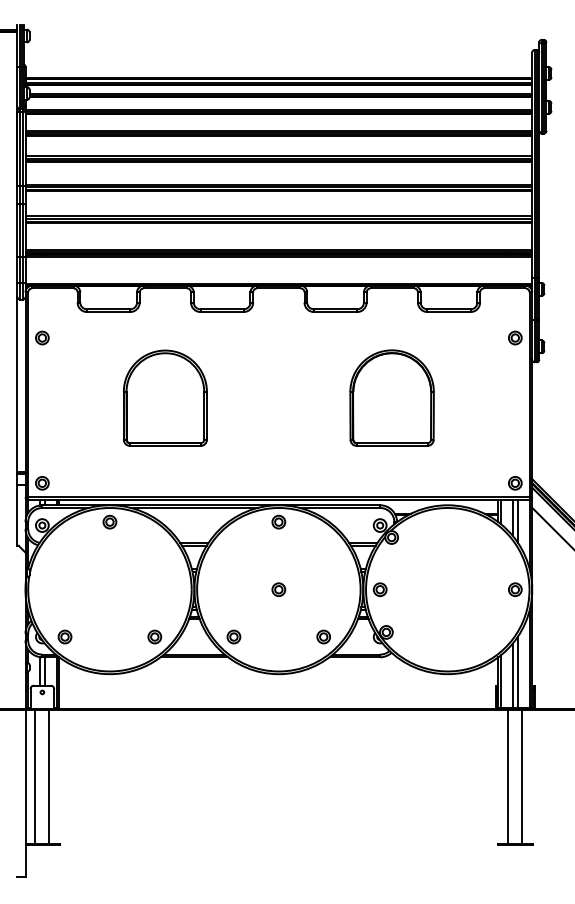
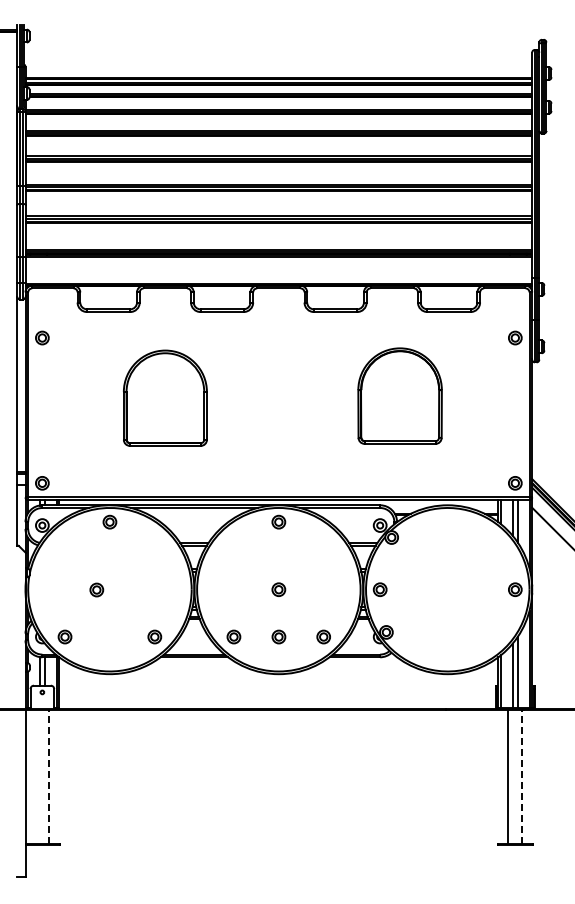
part at (391, 397) position: (391, 397) -> (399, 395)
part at (96, 589): none -> present
part at (278, 636): none -> present
line at (35, 776): present -> none
line at (49, 776): solid -> dashed
line at (522, 776): solid -> dashed
